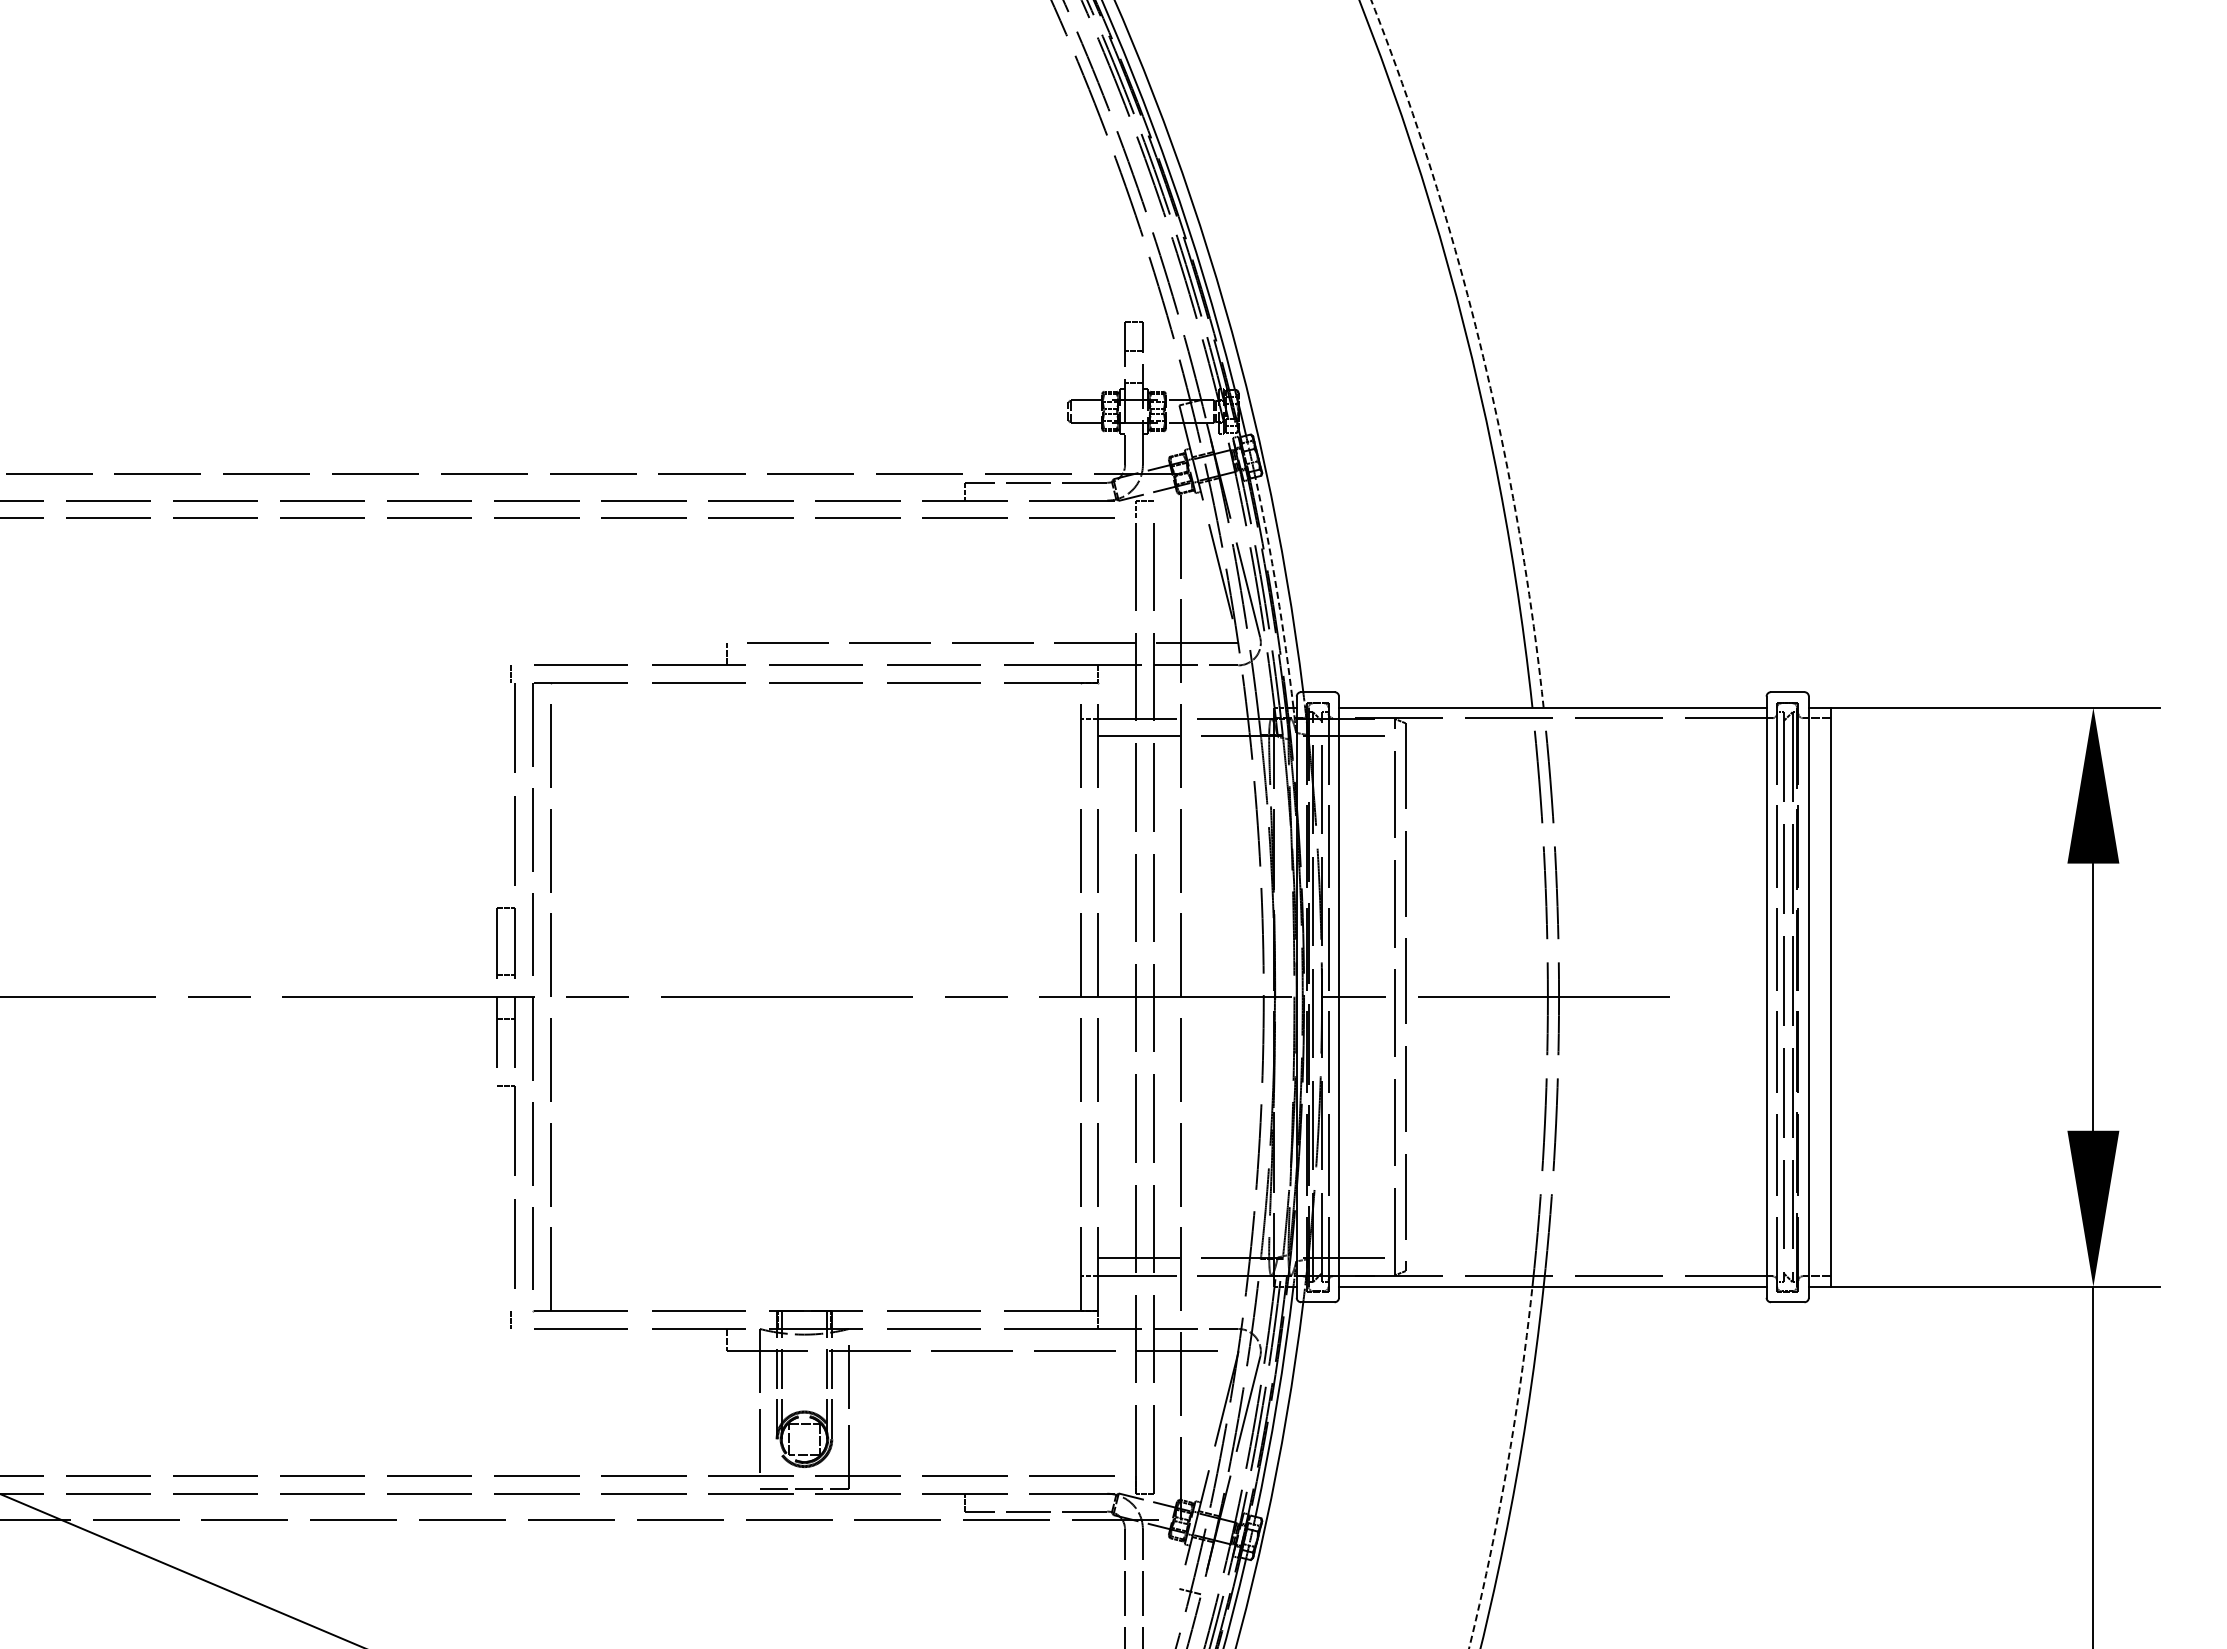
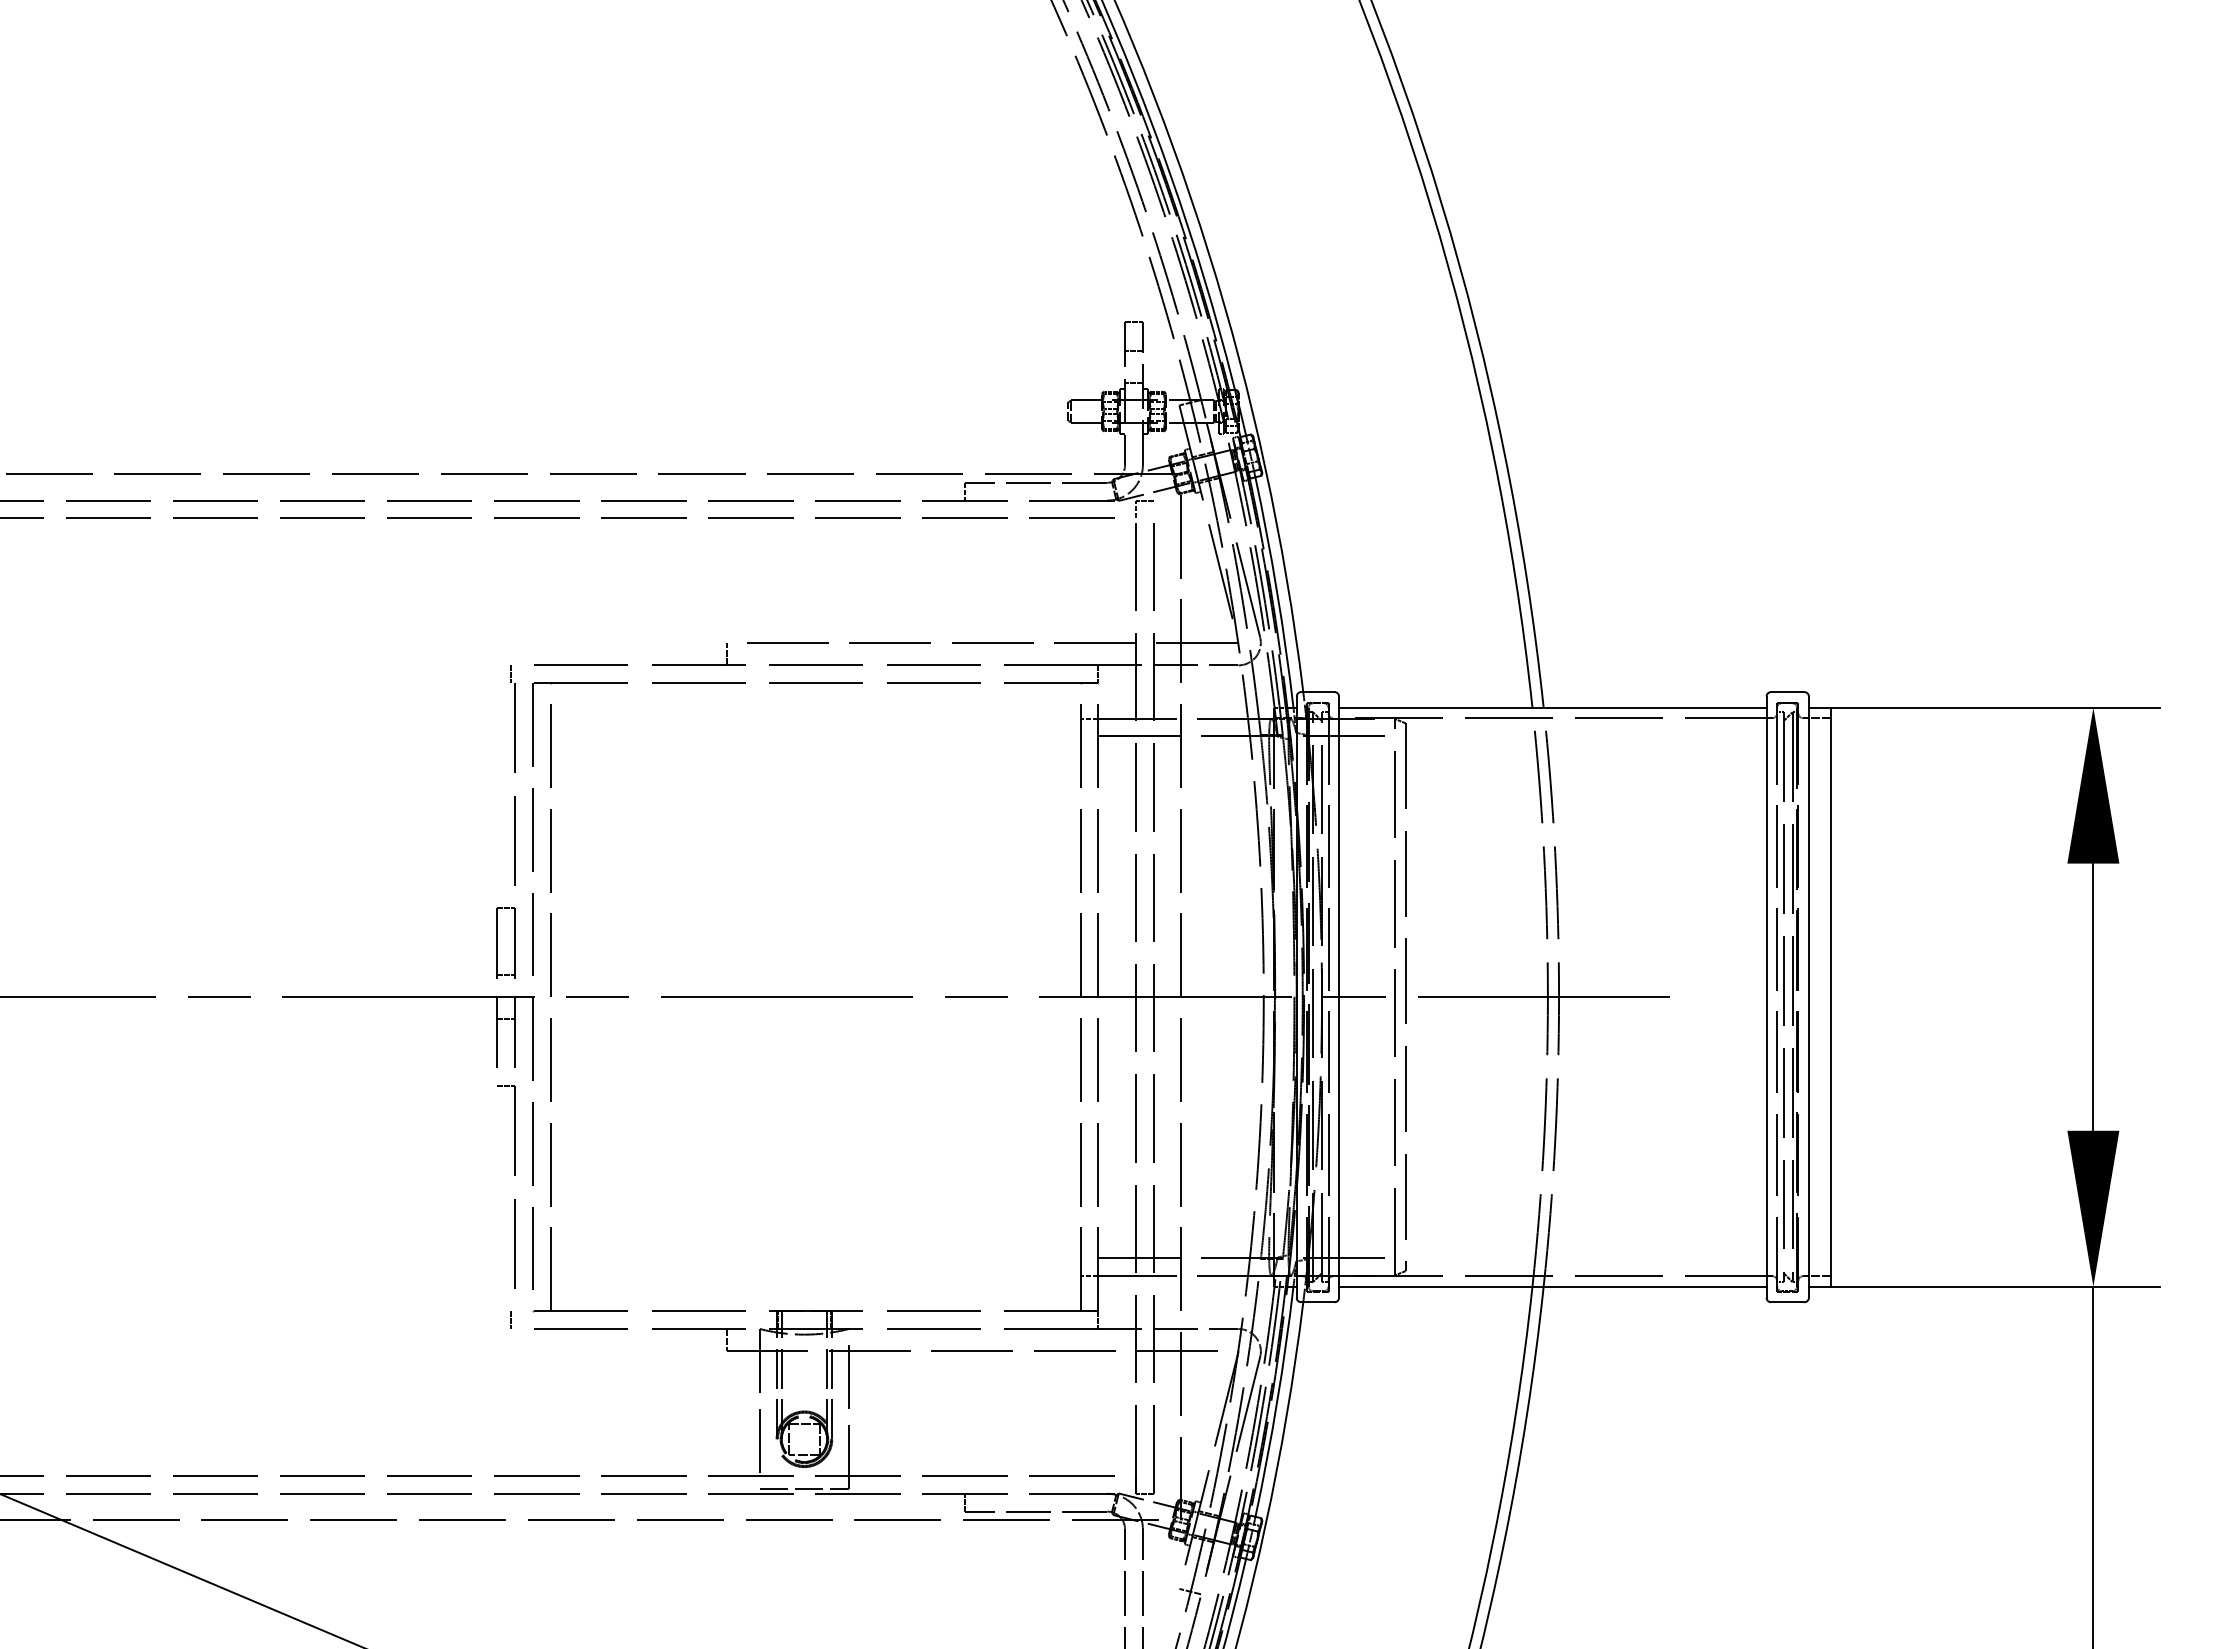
arc at (1482, 352): dashed -> solid
arc at (1277, 592): dashed -> solid
arc at (1506, 1468): dashed -> solid
